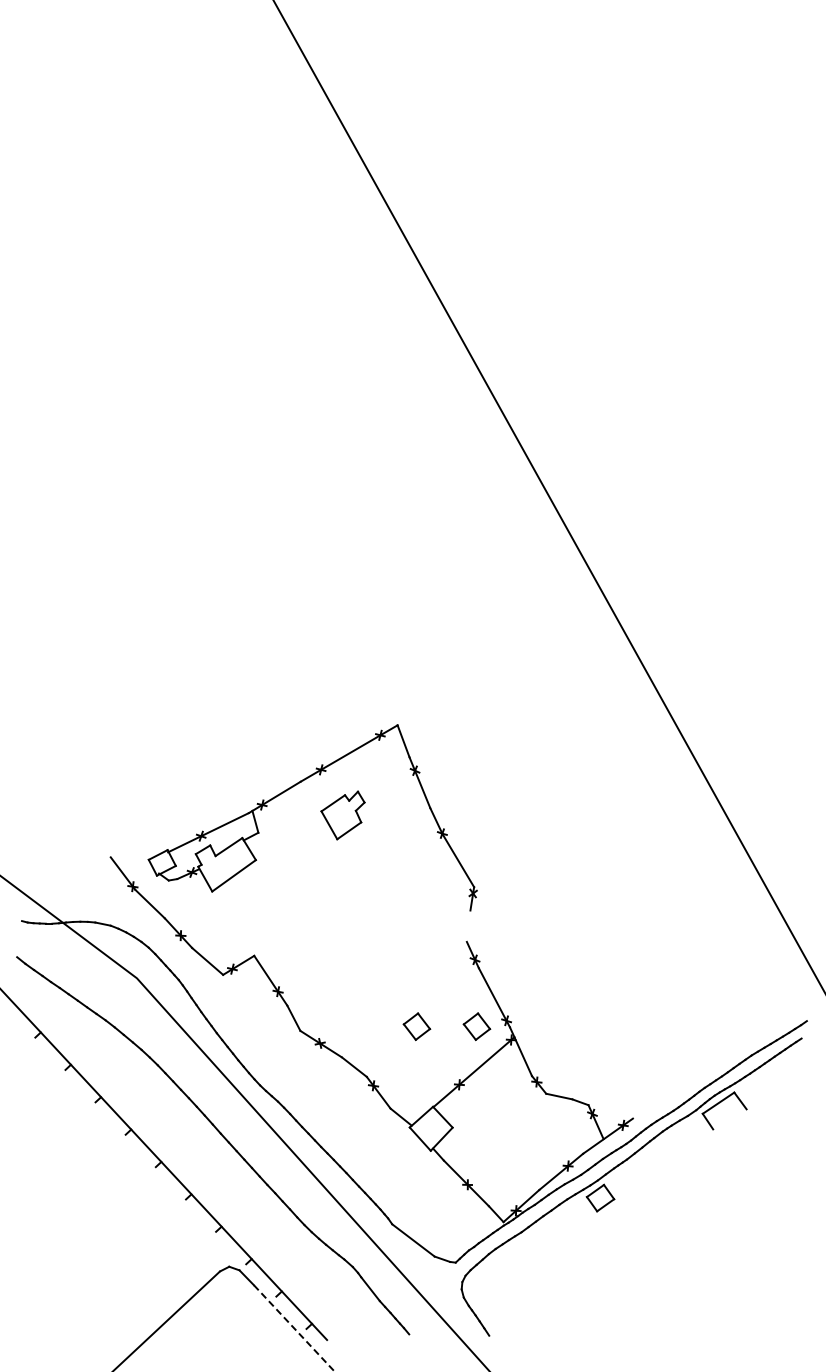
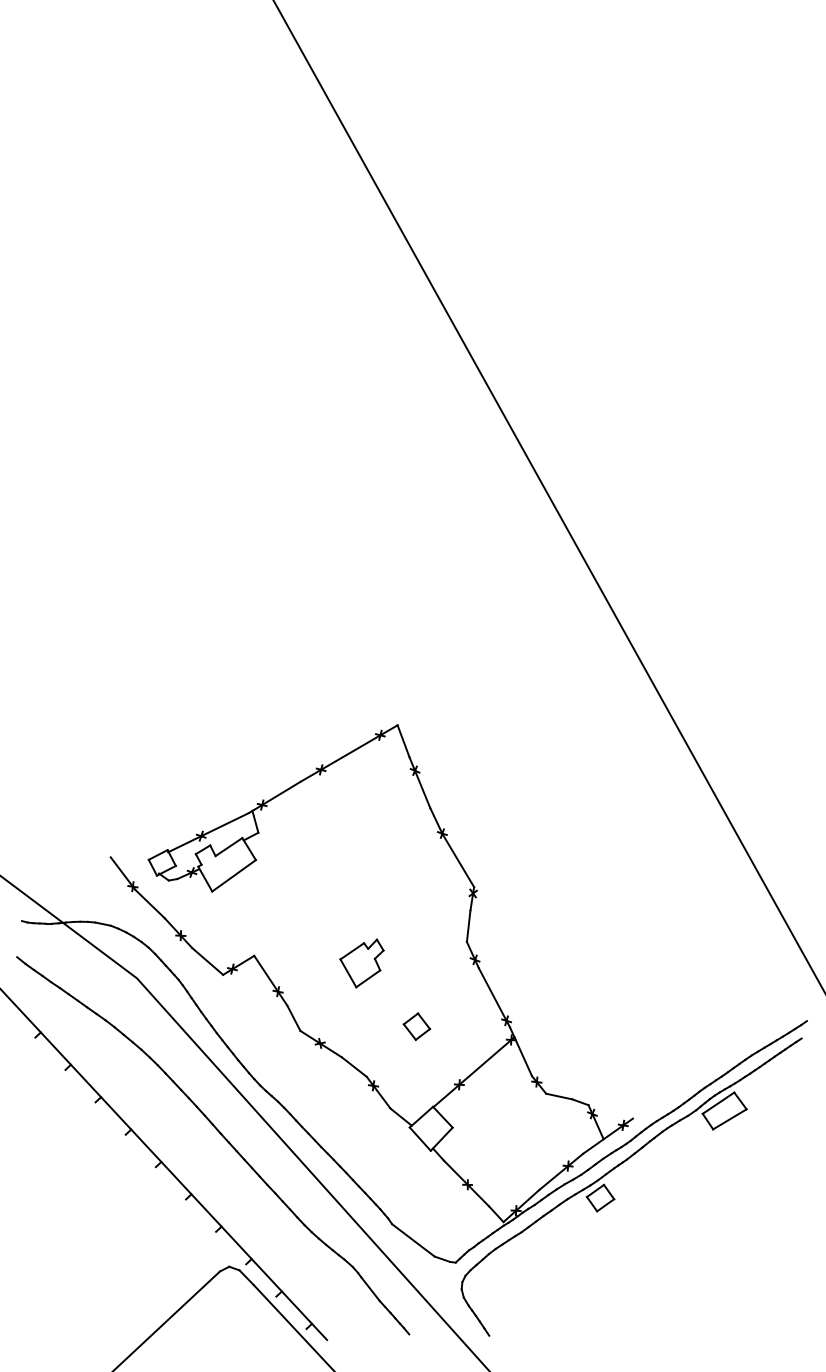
part at (342, 815) position: (342, 815) -> (361, 963)
line at (468, 925): none -> present
part at (476, 1026): present -> none
line at (729, 1119): none -> present
line at (294, 1328): dashed -> solid
